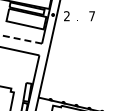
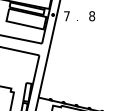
text at (66, 16): 2 -> 7
text at (92, 16): 7 -> 8
line at (21, 39): dashed -> solid
